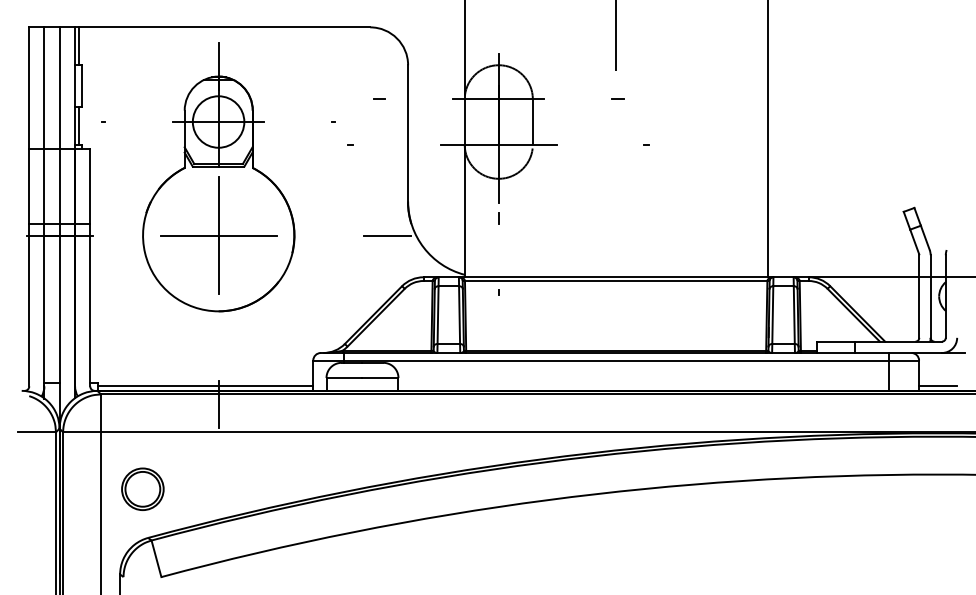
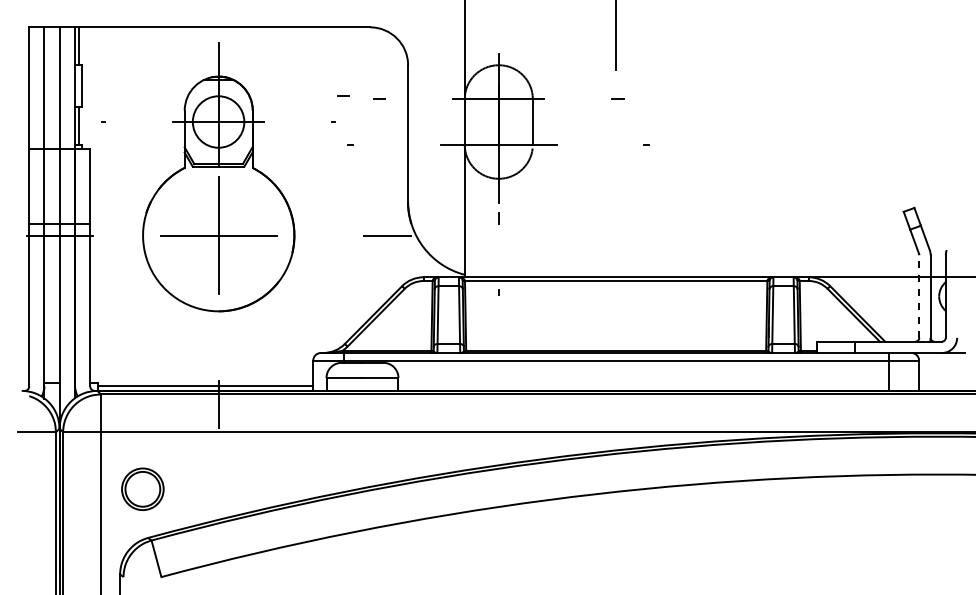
line at (343, 95): none -> present
line at (767, 139): present -> none
line at (919, 296): solid -> dashed
line at (937, 386): present -> none
